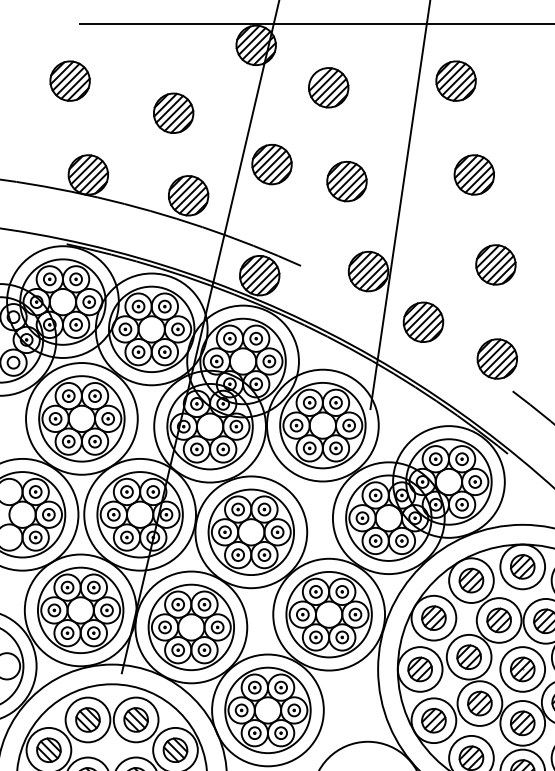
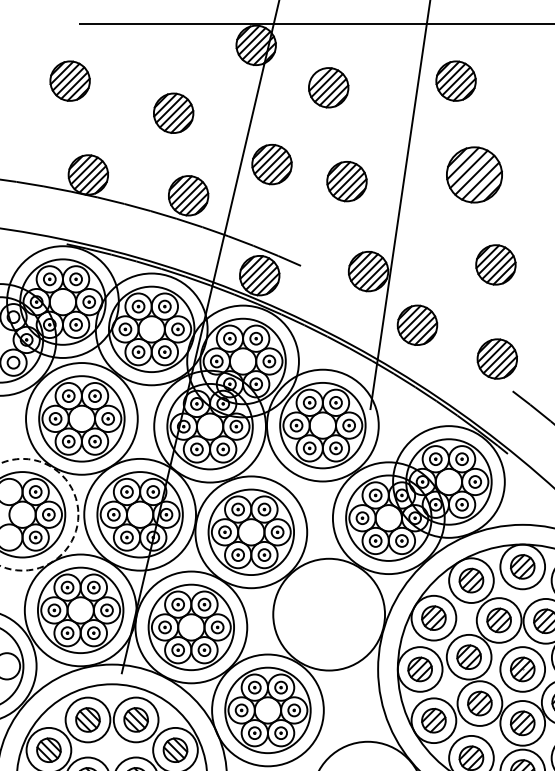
part at (473, 174) size: 42x42 px -> 57x58 px
part at (423, 321) position: (423, 321) -> (417, 324)
circle at (39, 514): solid -> dashed
part at (328, 614): present -> none
